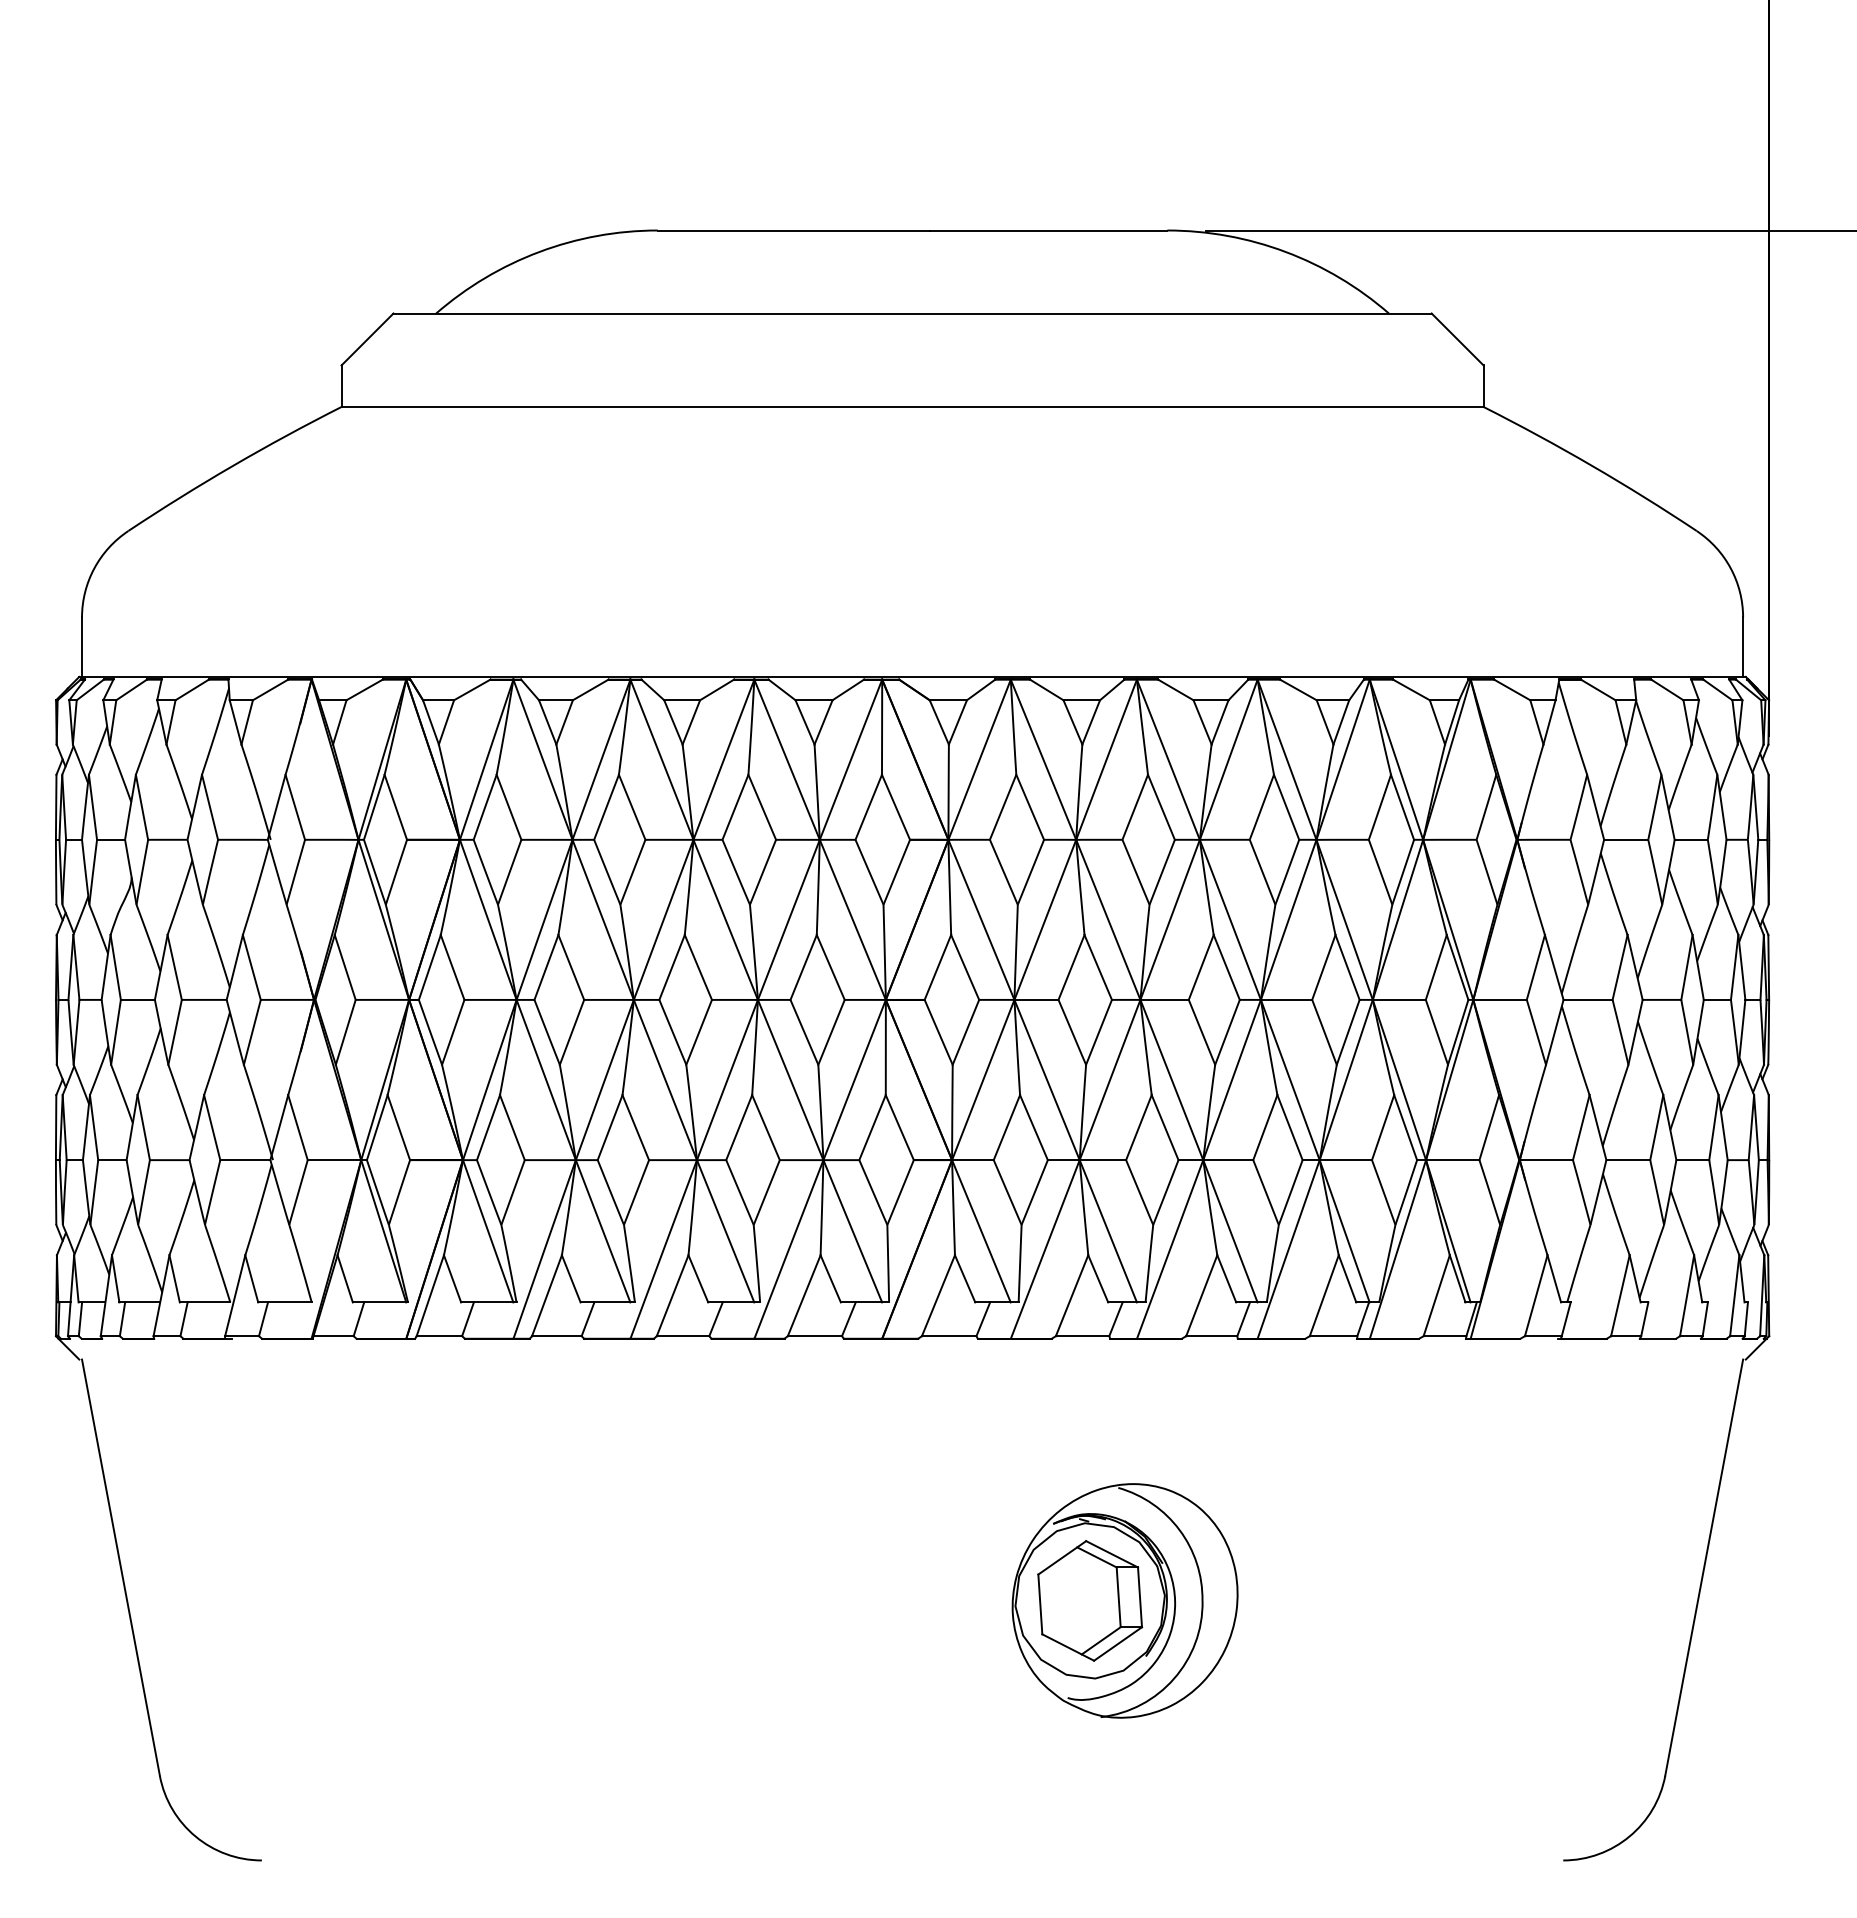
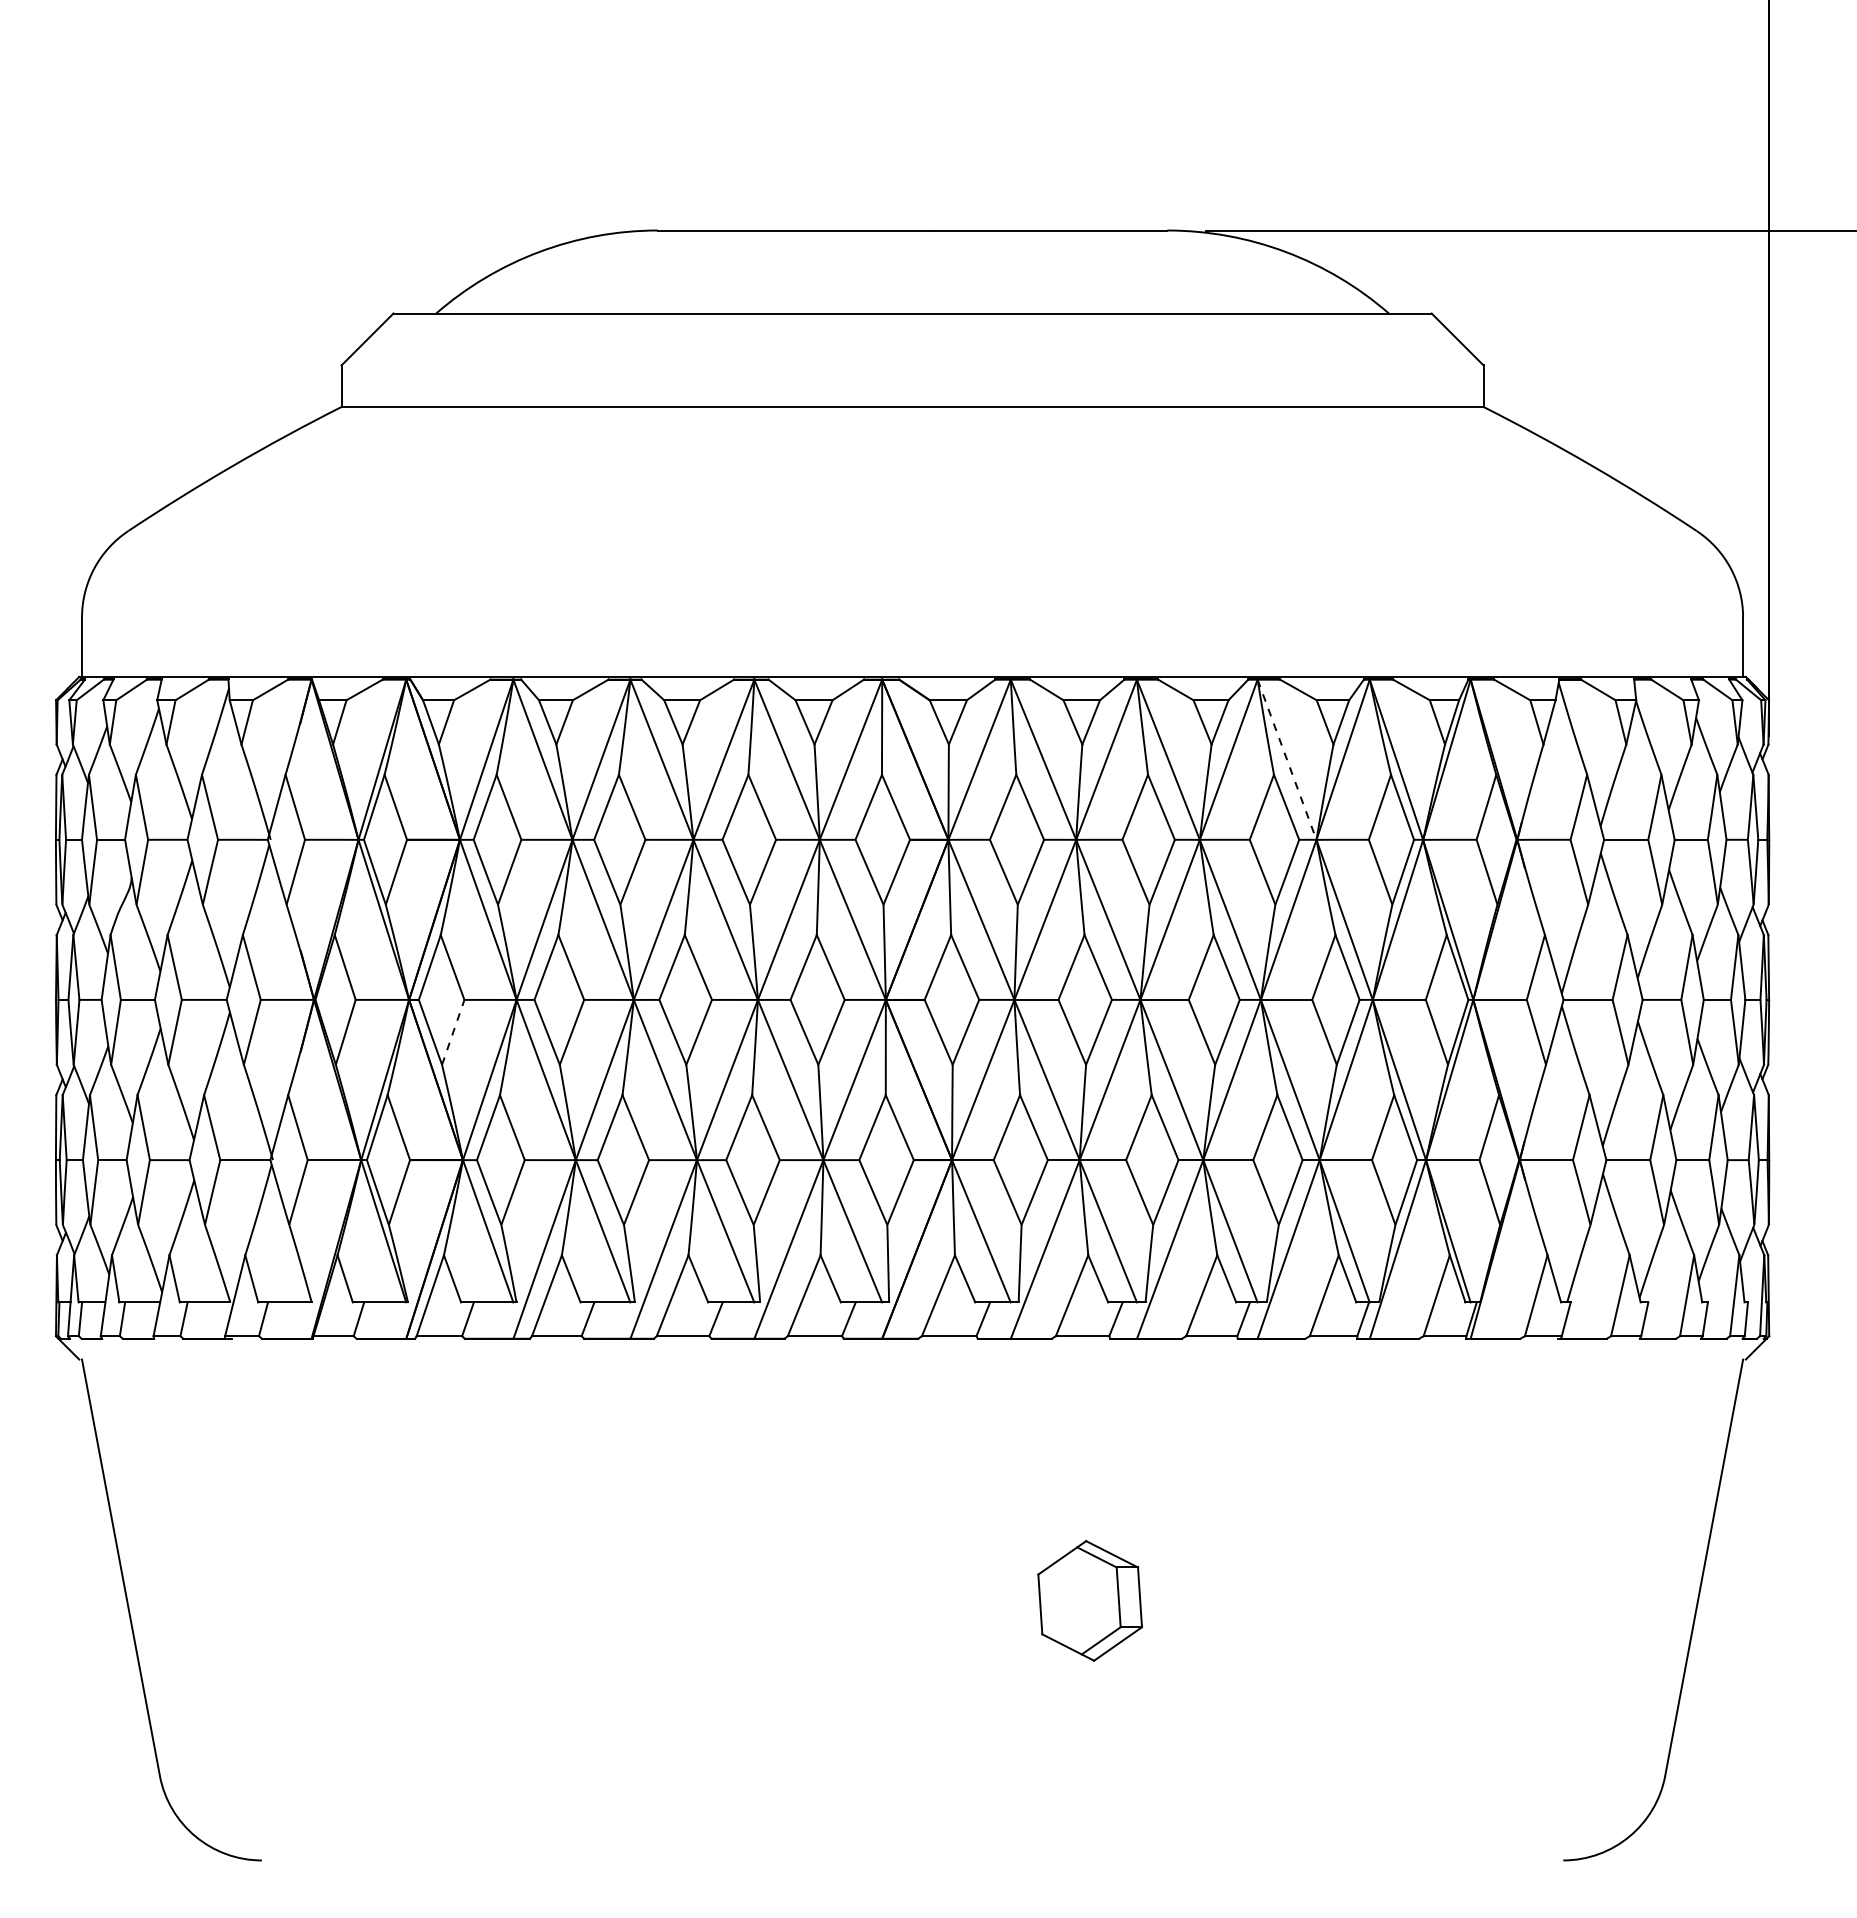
line at (1287, 760): solid -> dashed
line at (453, 1031): solid -> dashed
part at (1124, 1600): present -> none
